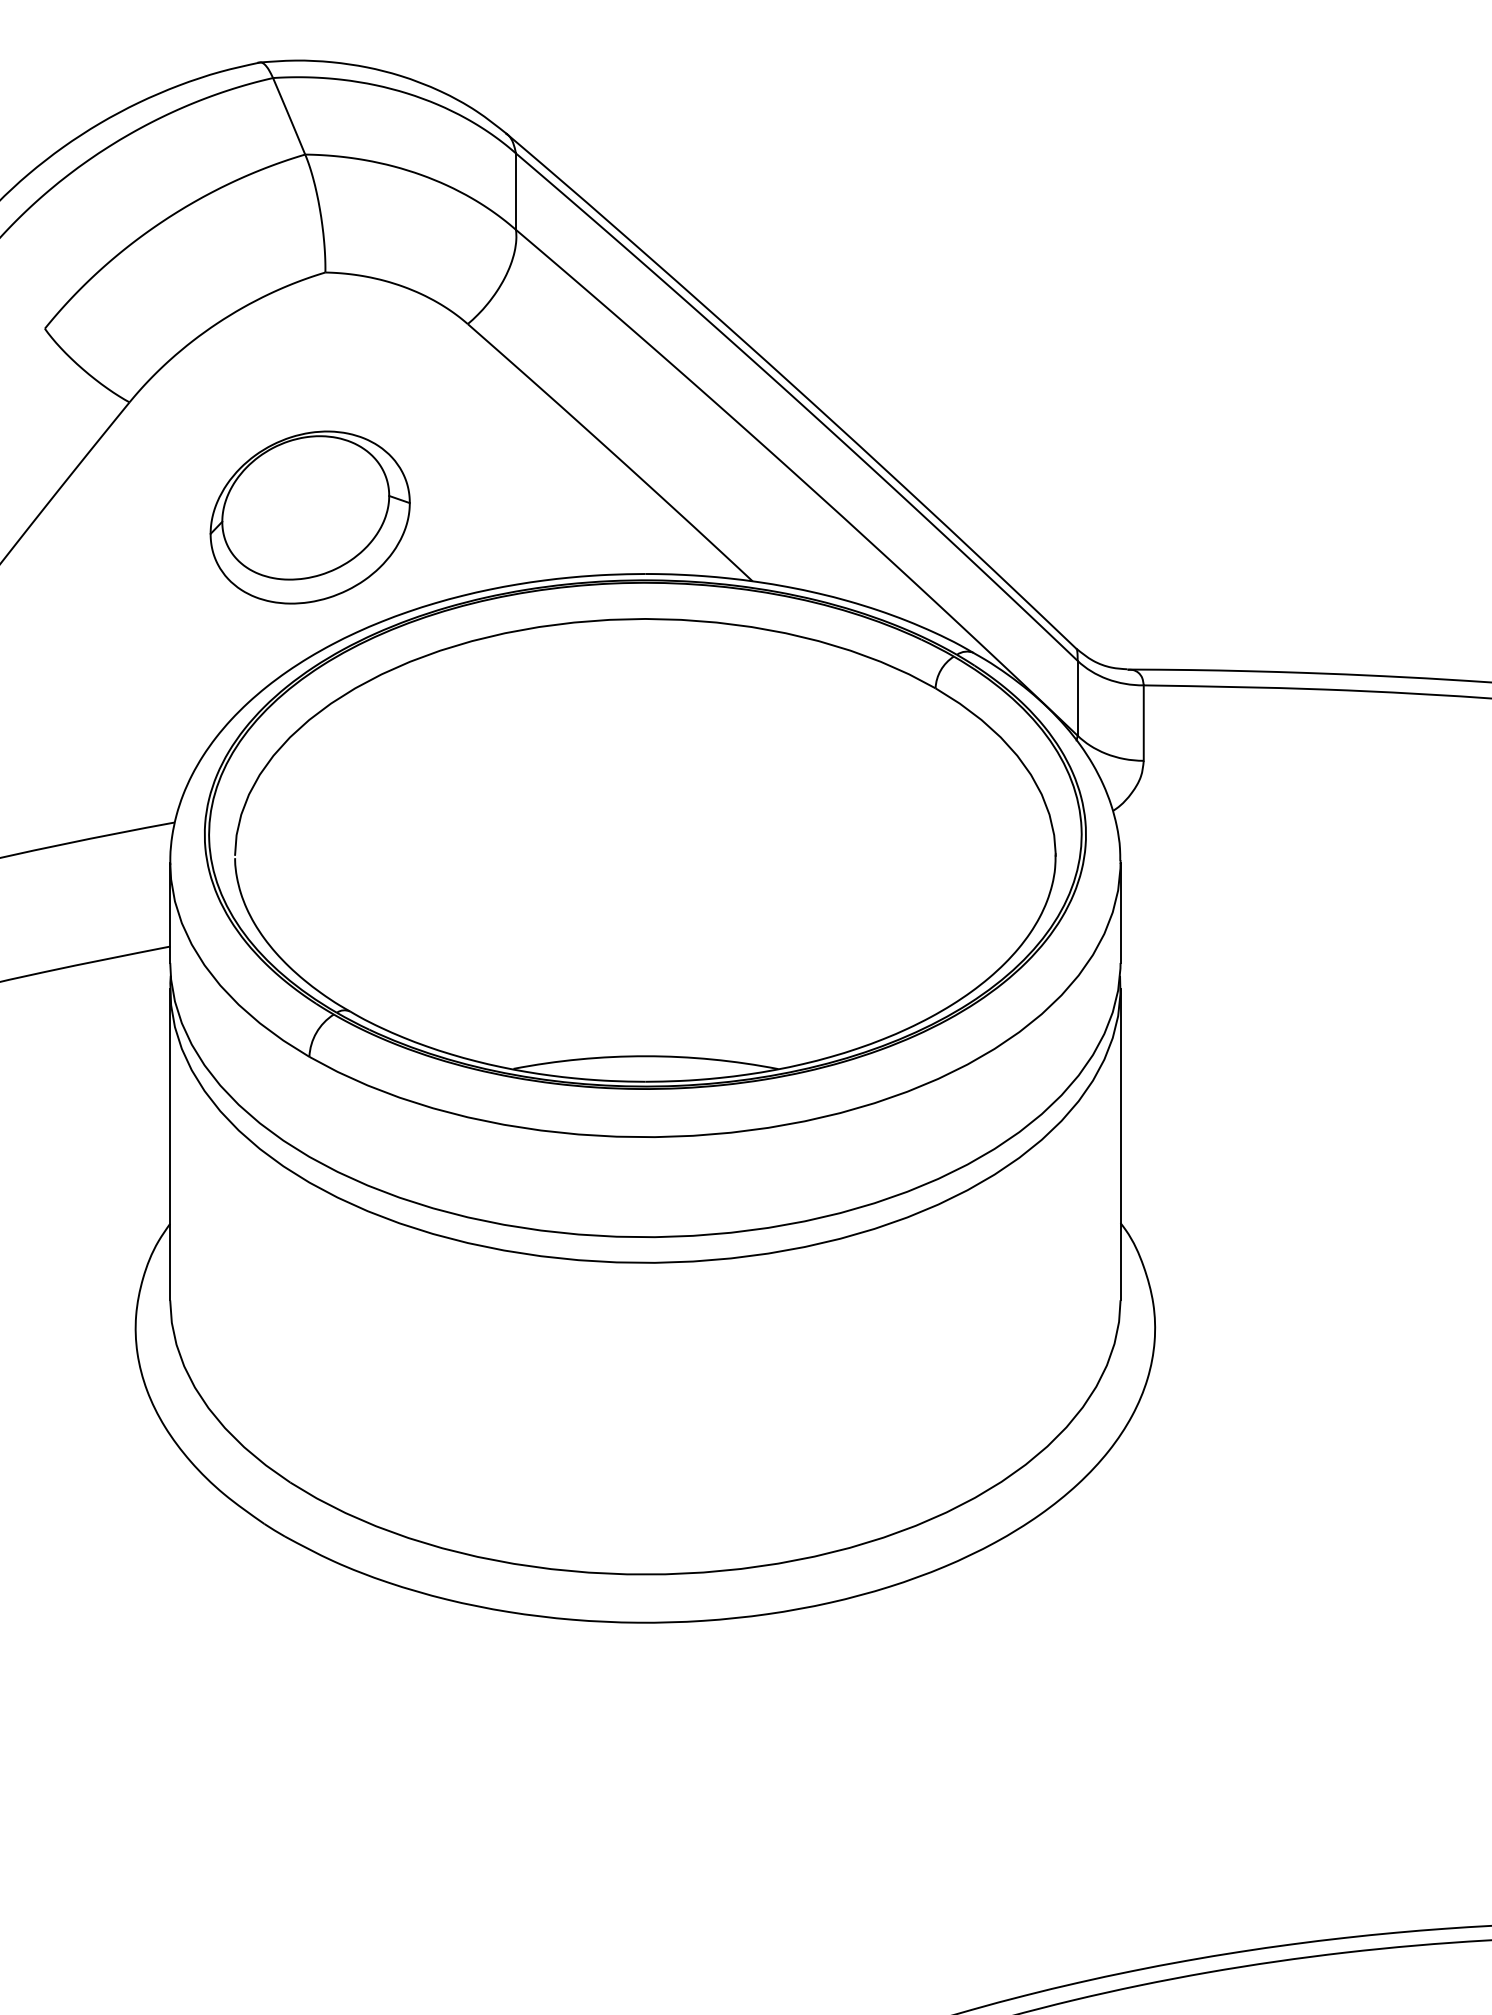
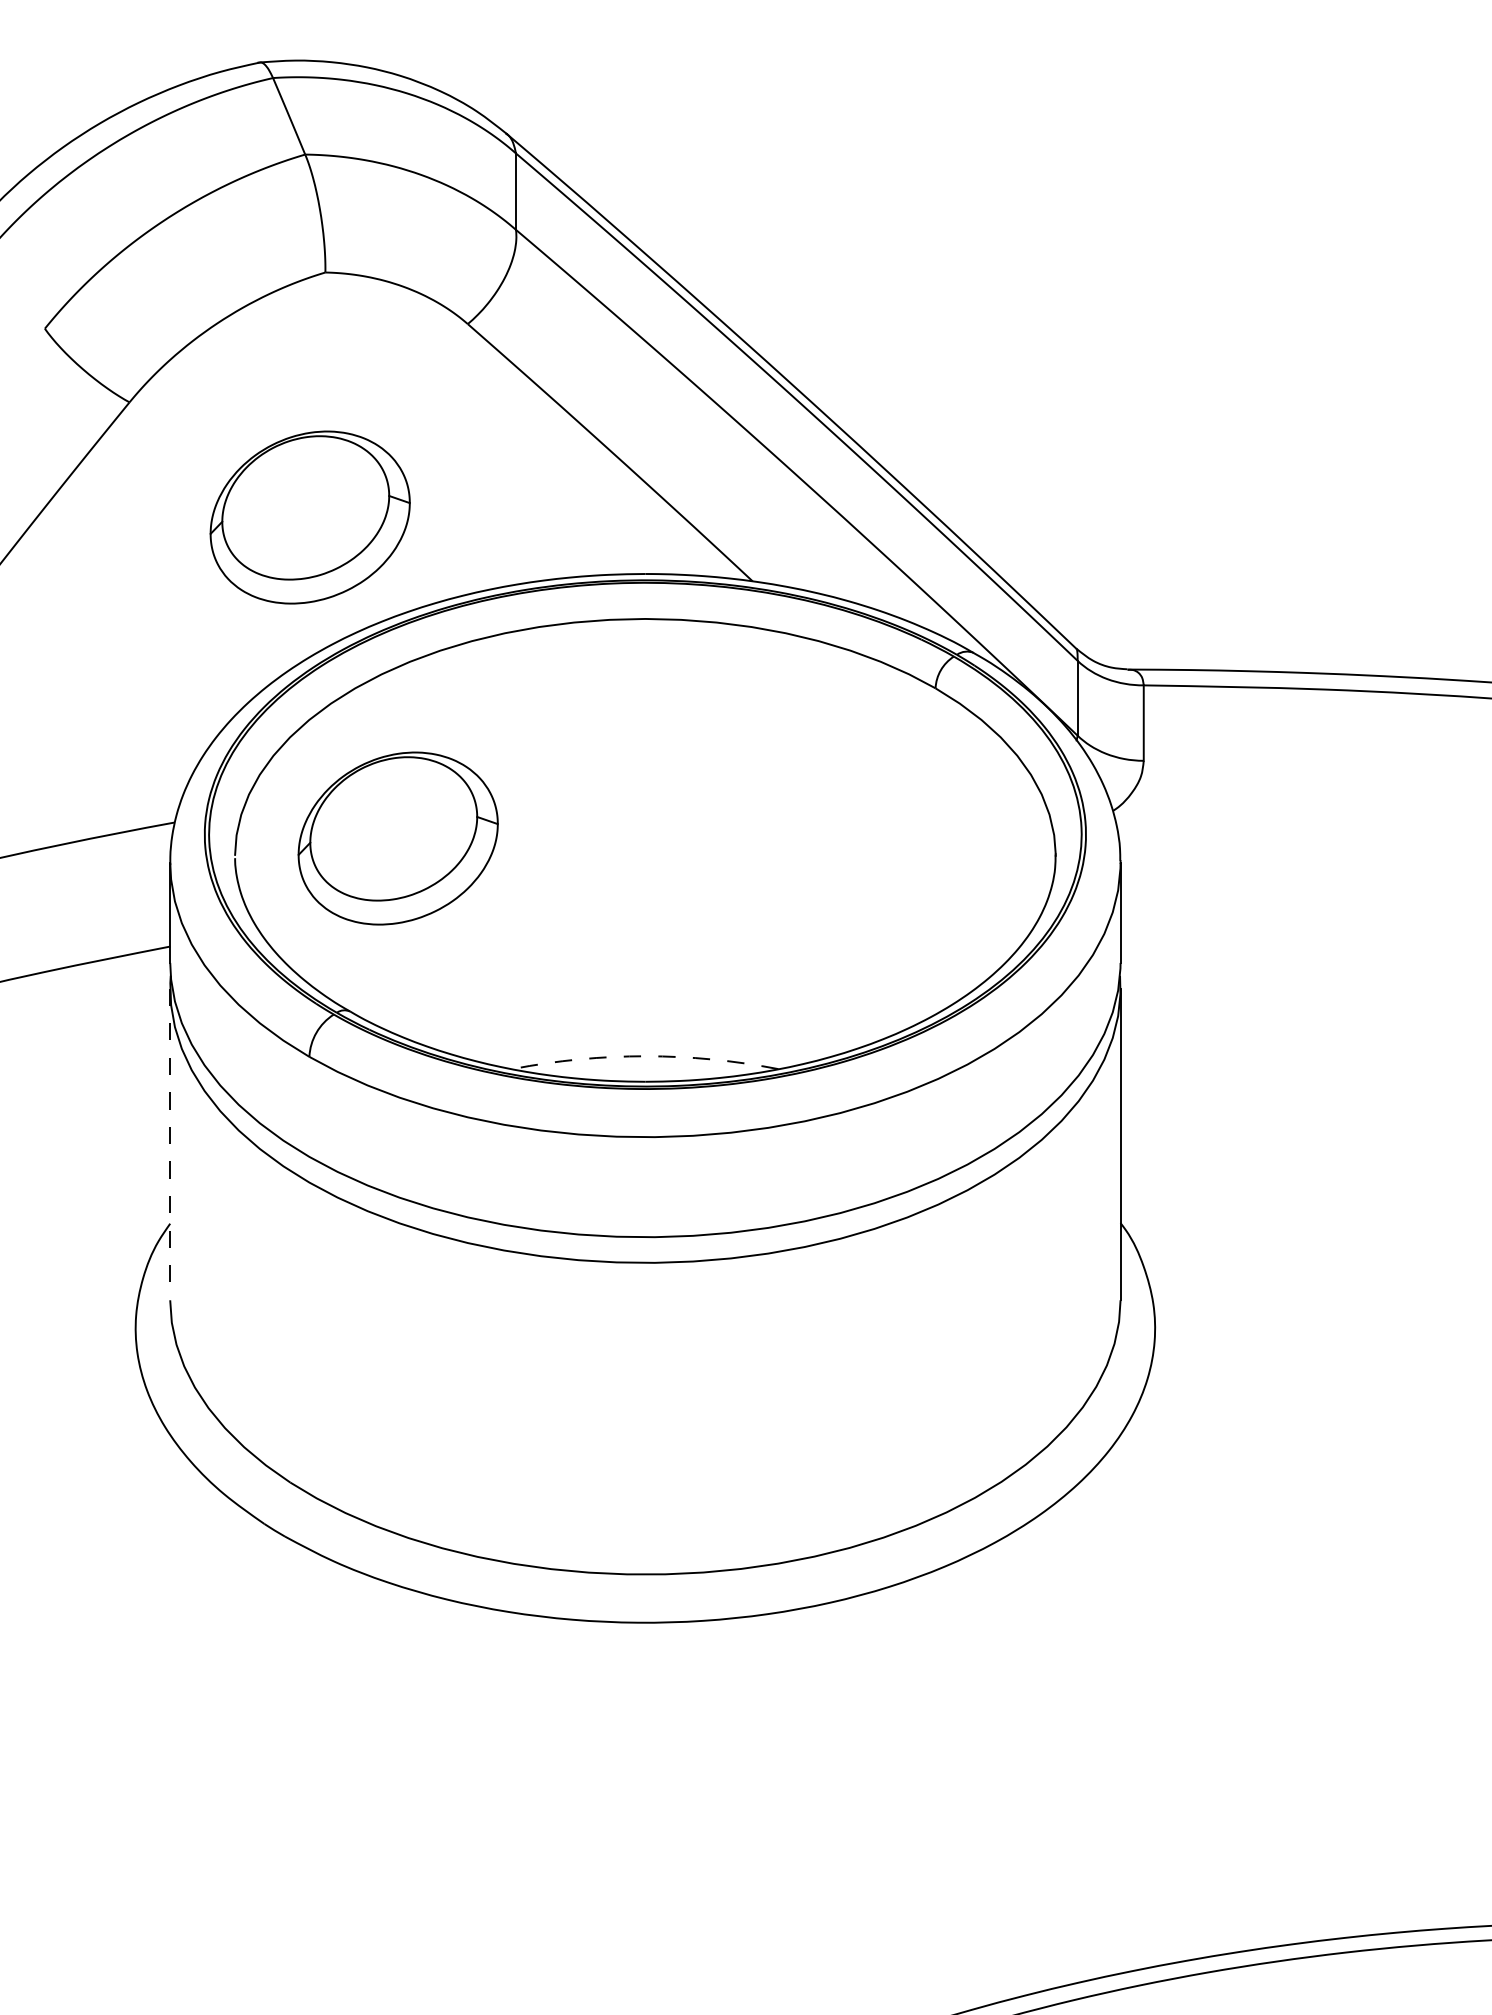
part at (397, 838): none -> present
arc at (645, 1056): solid -> dashed
line at (170, 1144): solid -> dashed
